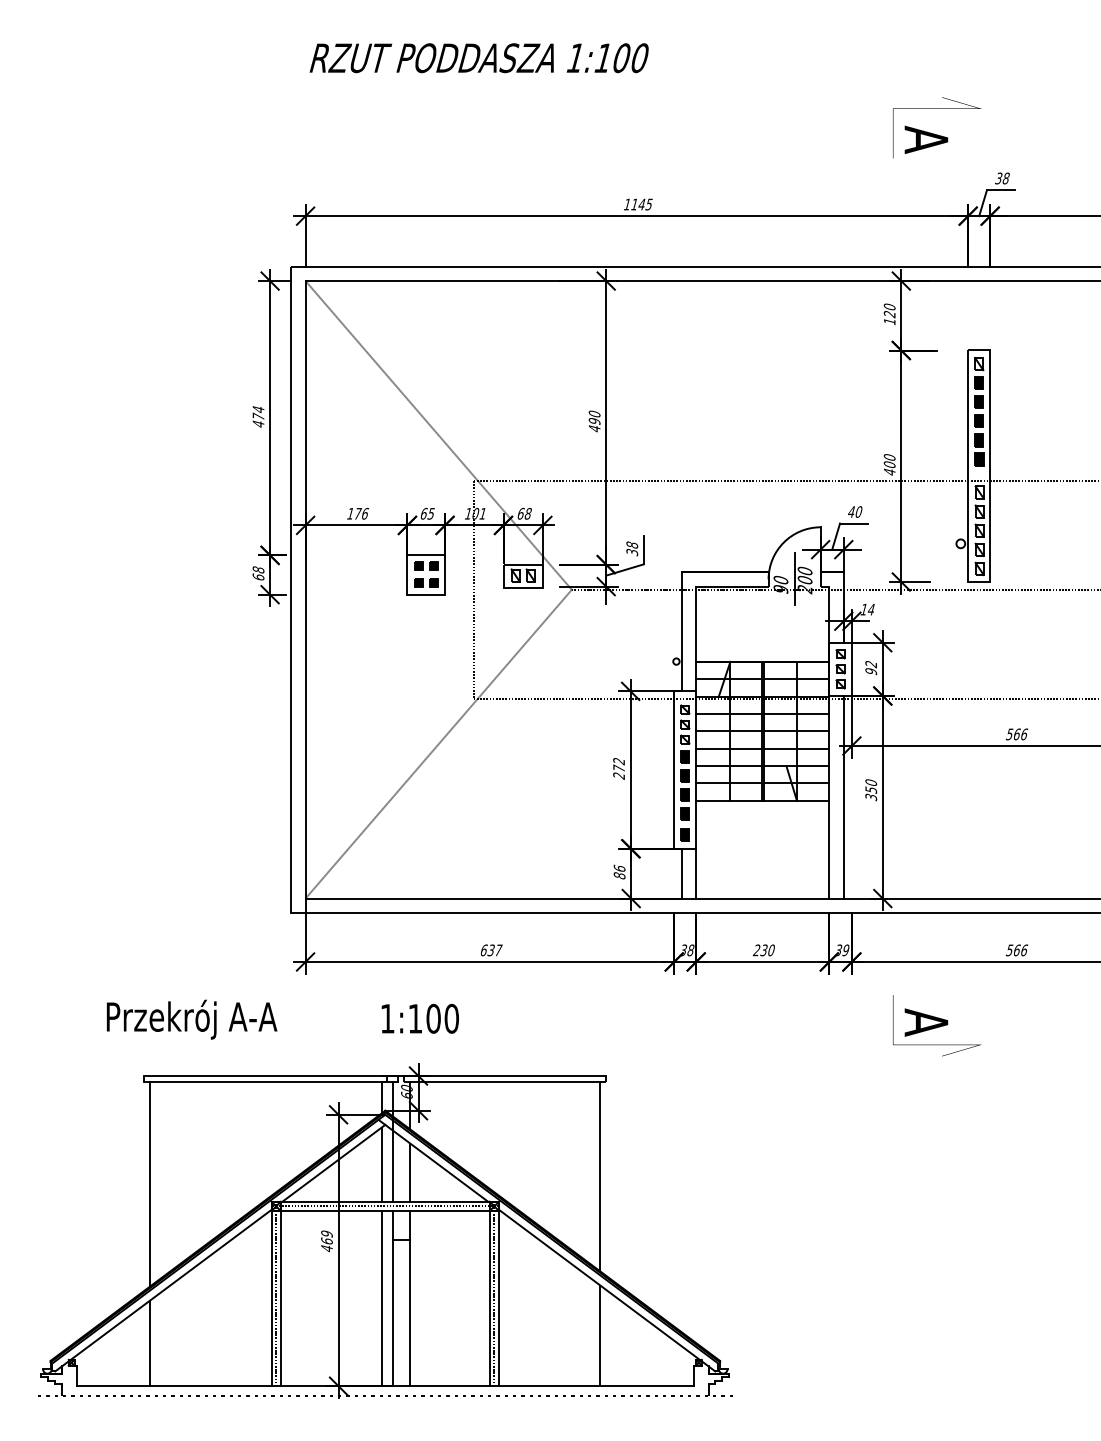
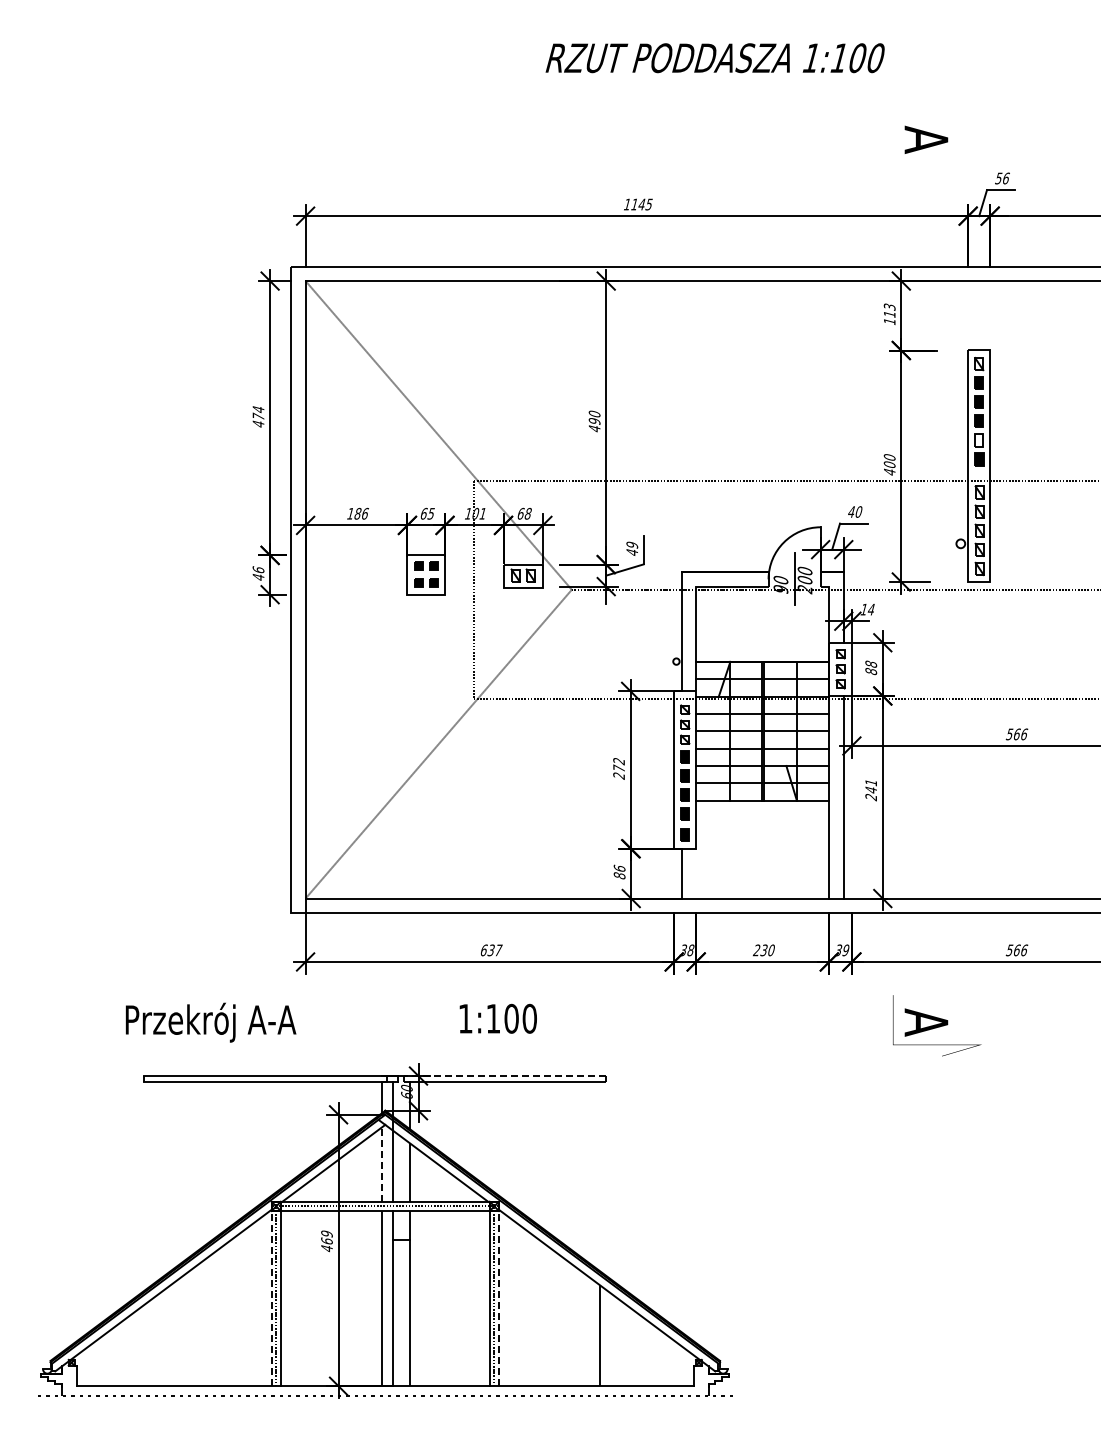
text at (478, 58) position: (478, 58) -> (714, 58)
line at (937, 108): present -> none
text at (1002, 178): 38 -> 56
text at (889, 310): 120 -> 113
fill at (979, 440): present -> none
text at (358, 513): 176 -> 186
text at (632, 548): 38 -> 49
text at (258, 573): 68 -> 46
text at (871, 667): 92 -> 88
text at (871, 790): 350 -> 241
line at (696, 873): present -> none
text at (419, 1018) position: (419, 1018) -> (497, 1018)
text at (191, 1019) position: (191, 1019) -> (210, 1022)
line at (504, 1076): solid -> dashed
line at (381, 1164): solid -> dashed
line at (599, 1176): present -> none
line at (150, 1183): present -> none
line at (271, 1293): solid -> dashed
line at (499, 1293): solid -> dashed
line at (150, 1343): present -> none
